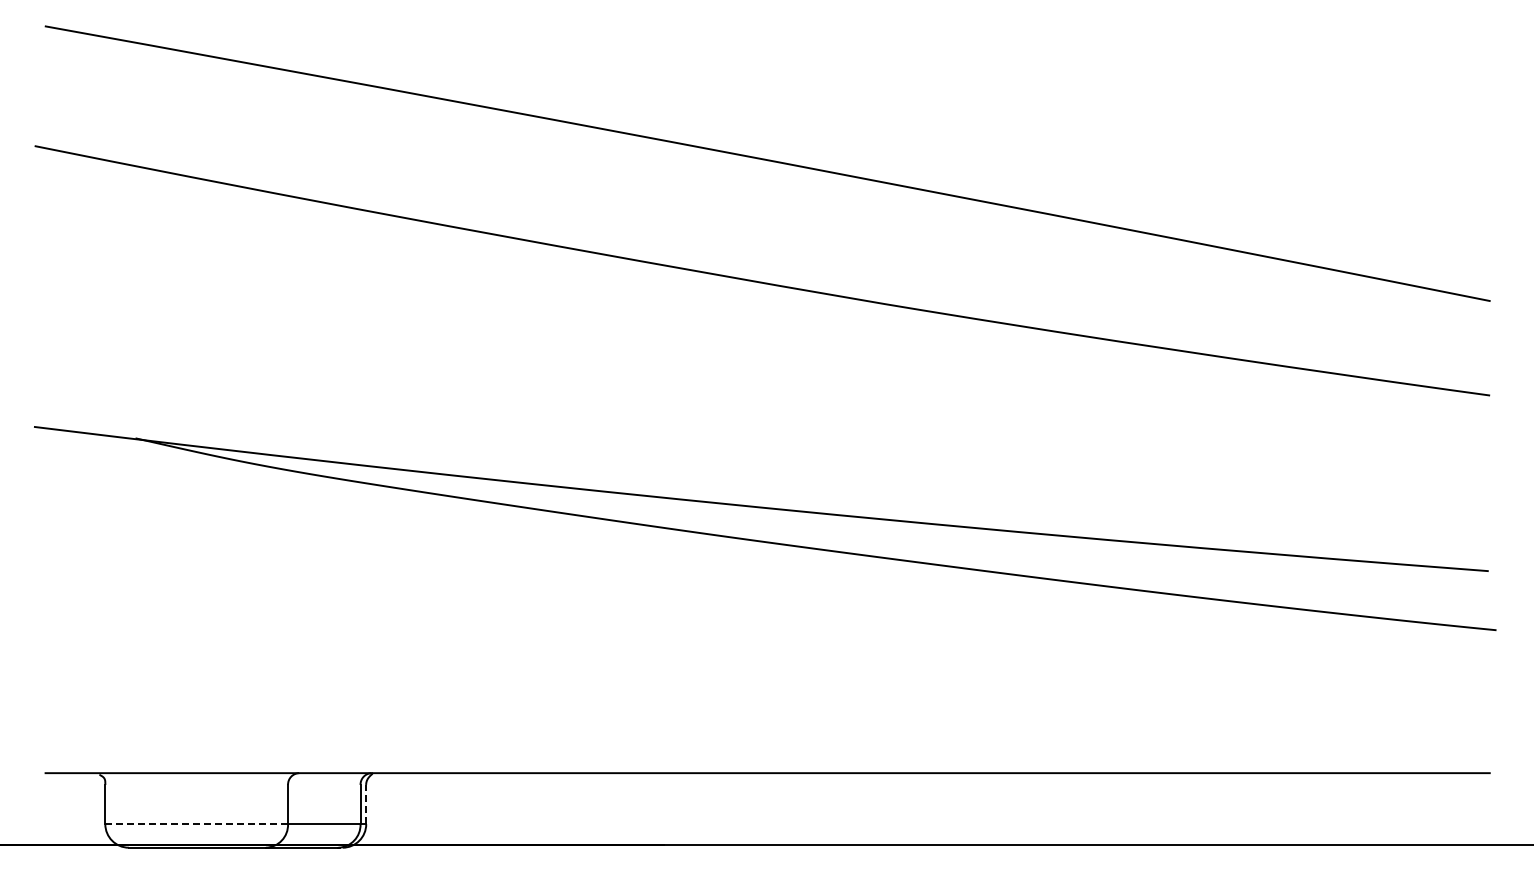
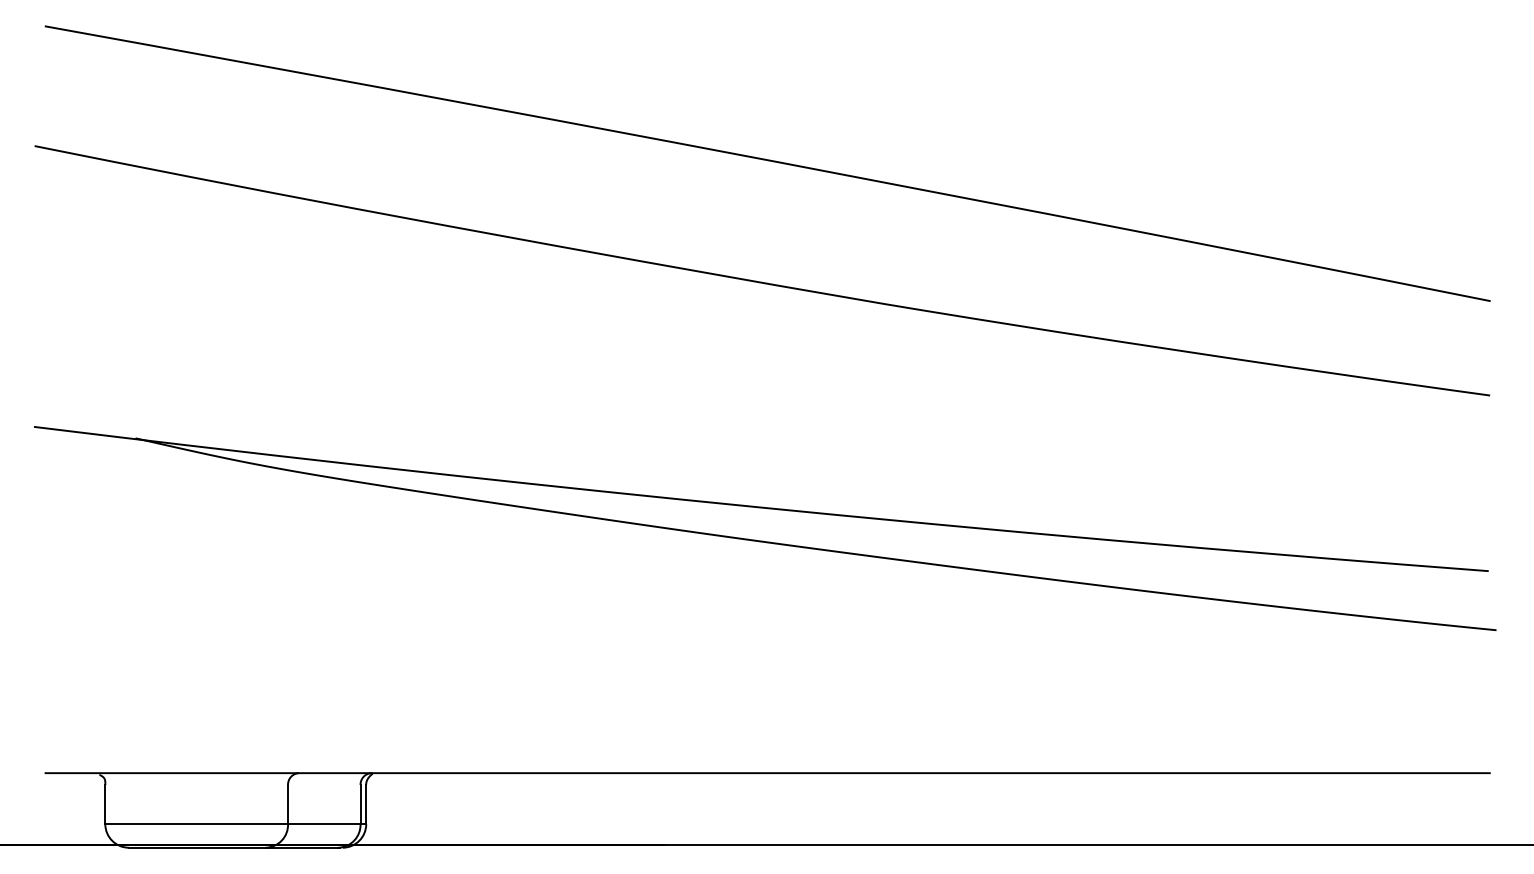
line at (366, 804): dashed -> solid
line at (197, 824): dashed -> solid
